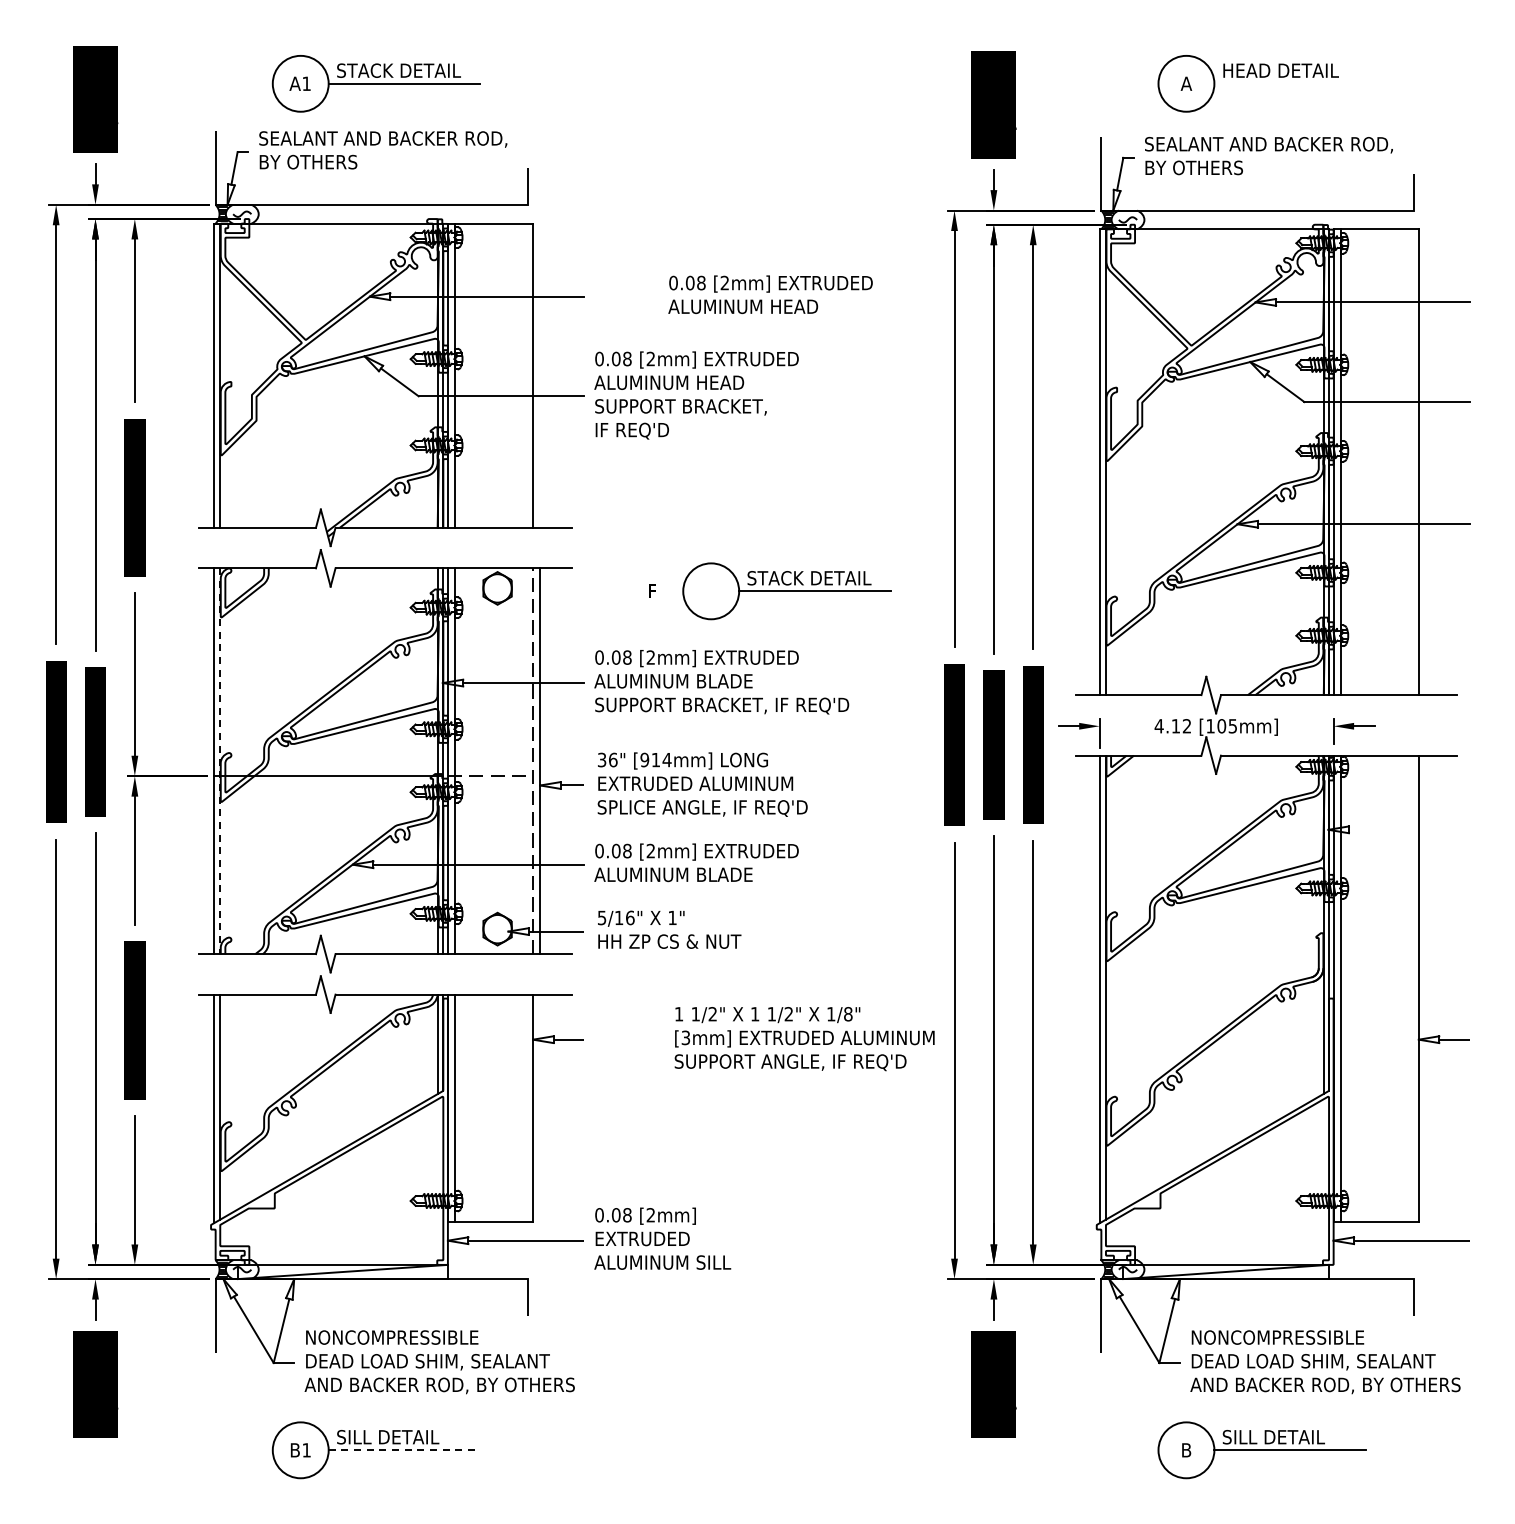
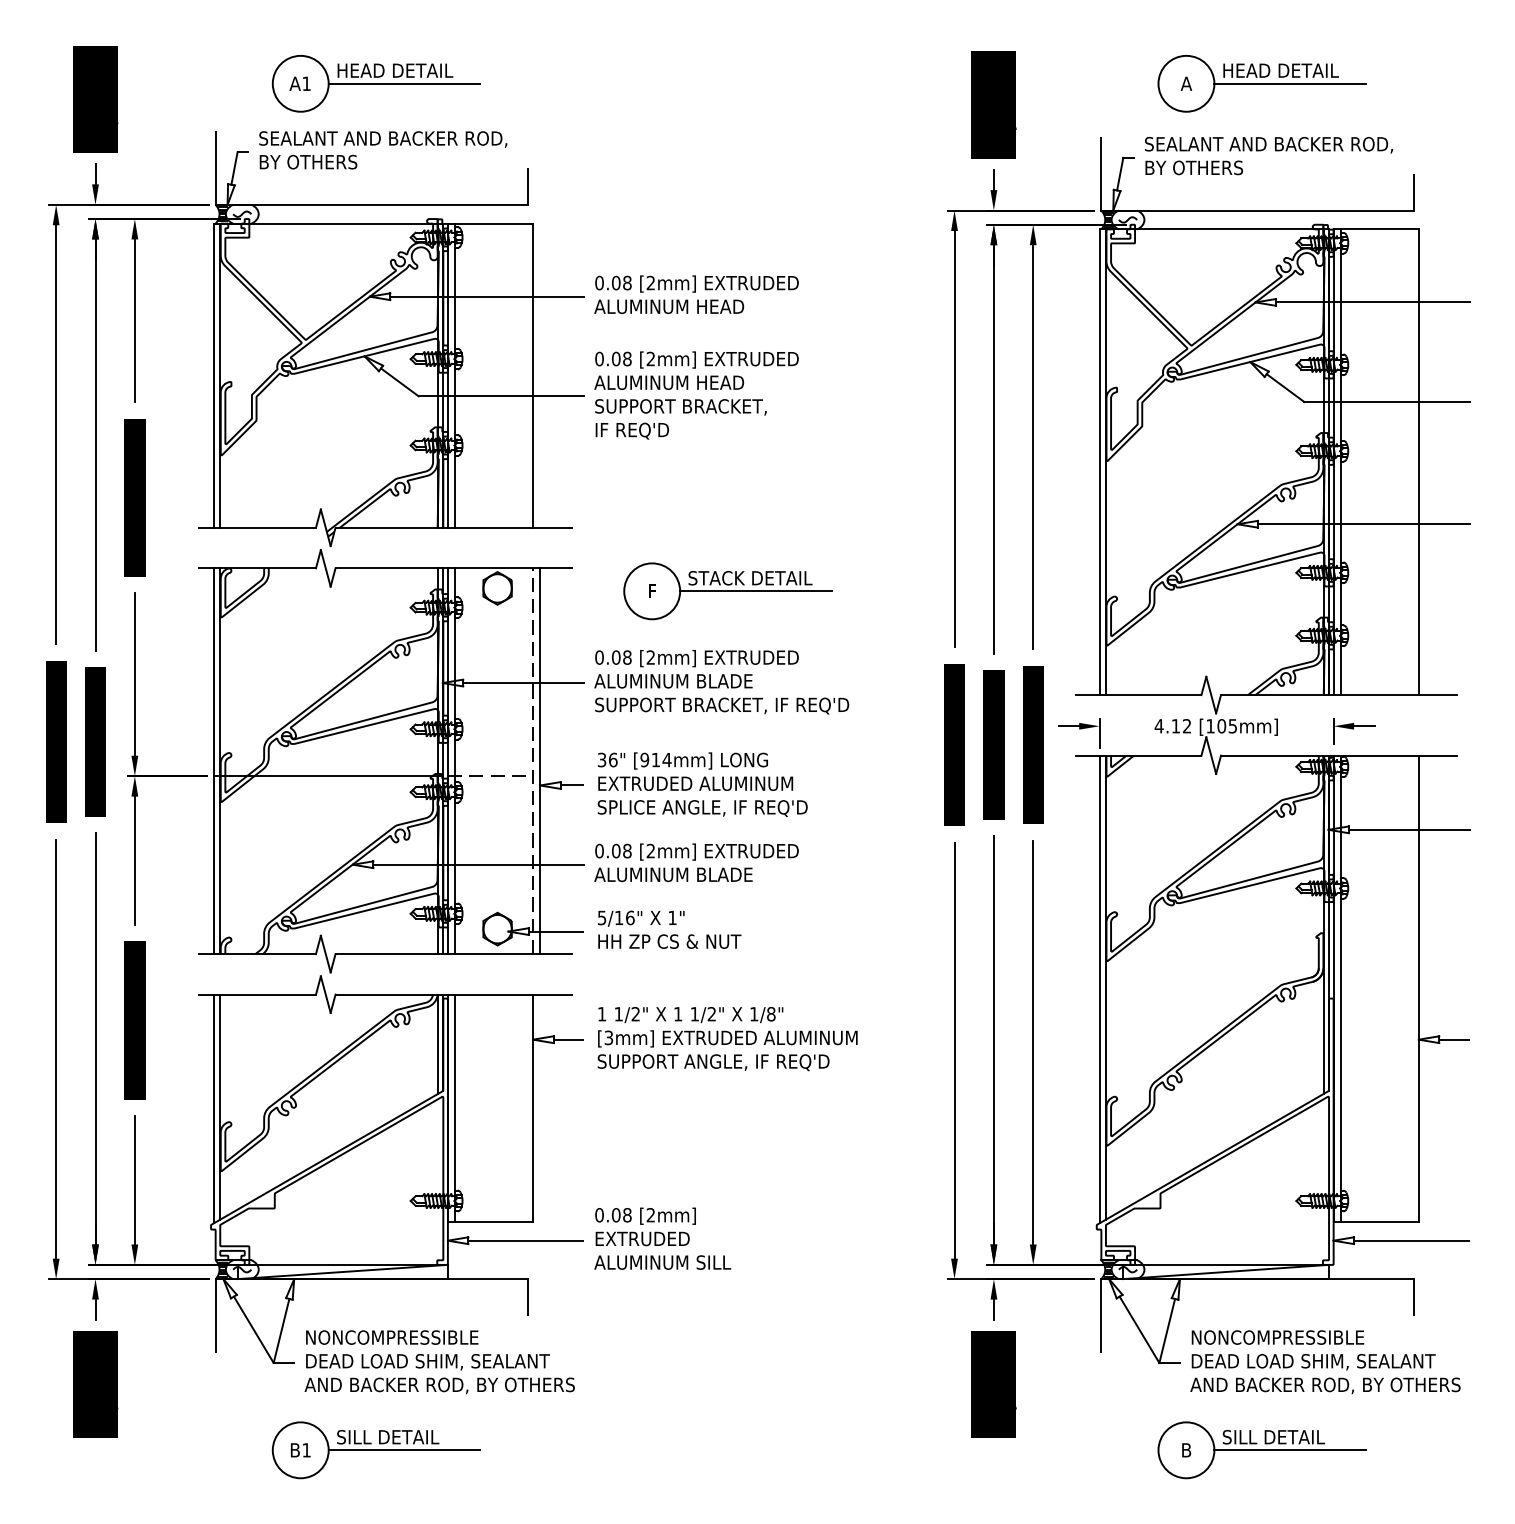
text at (398, 70): STACK DETAIL -> HEAD DETAIL
line at (1289, 83): none -> present
text at (770, 294) position: (770, 294) -> (696, 294)
part at (786, 591) position: (786, 591) -> (727, 591)
line at (220, 761): dashed -> solid
line at (1408, 829): none -> present
text at (804, 1039) position: (804, 1039) -> (727, 1039)
line at (404, 1450): dashed -> solid
